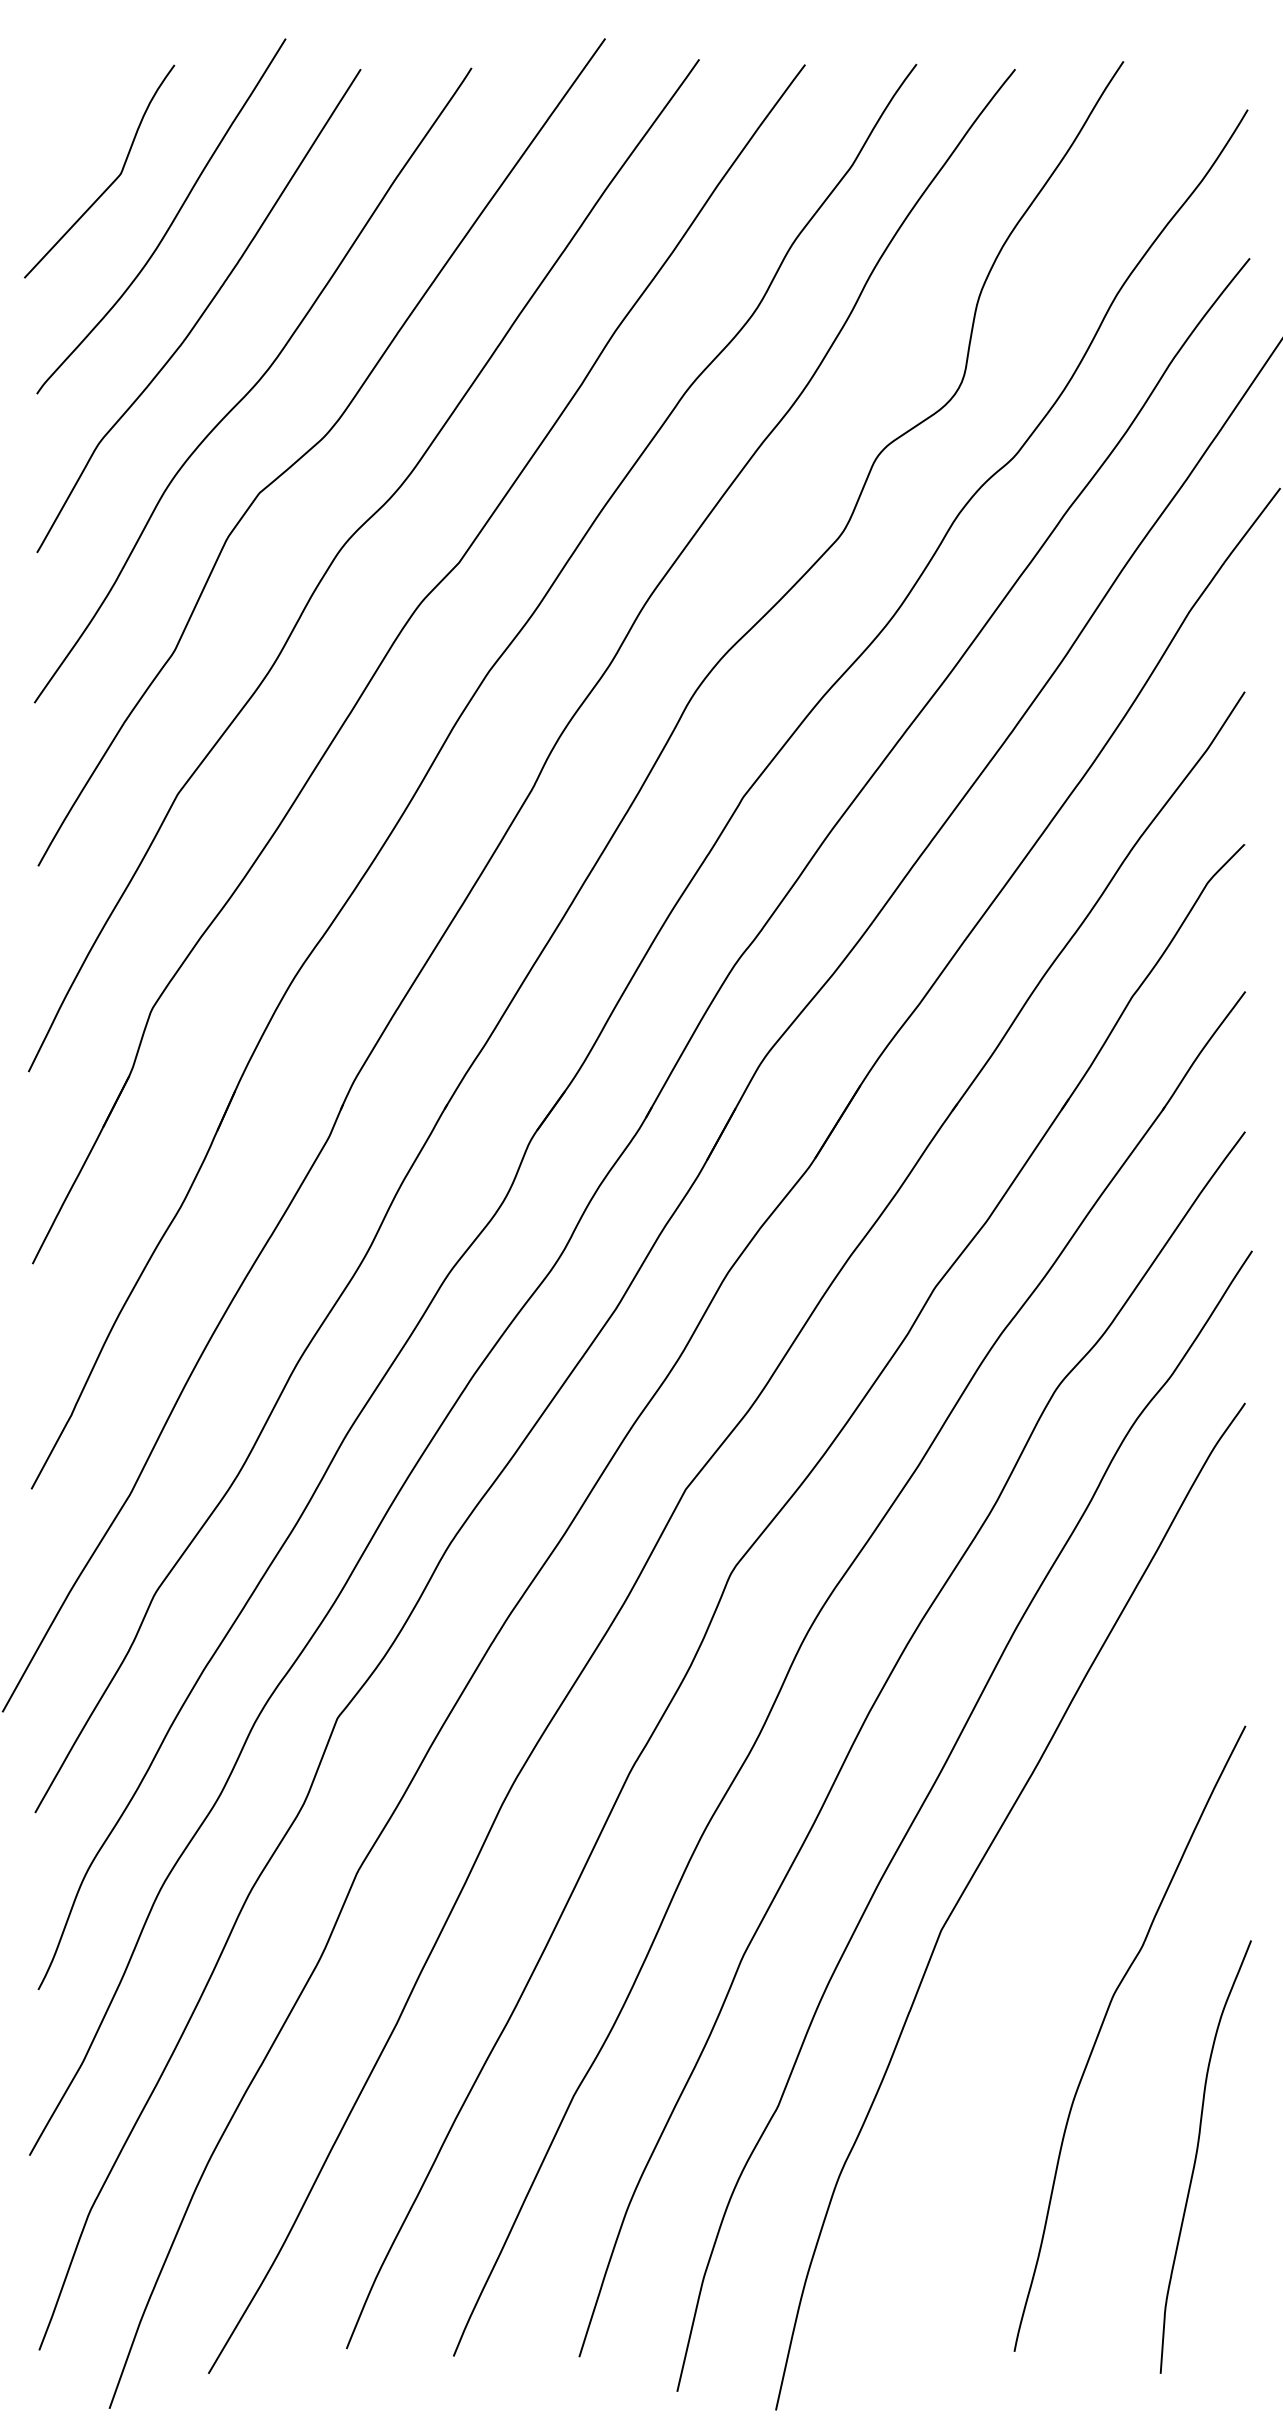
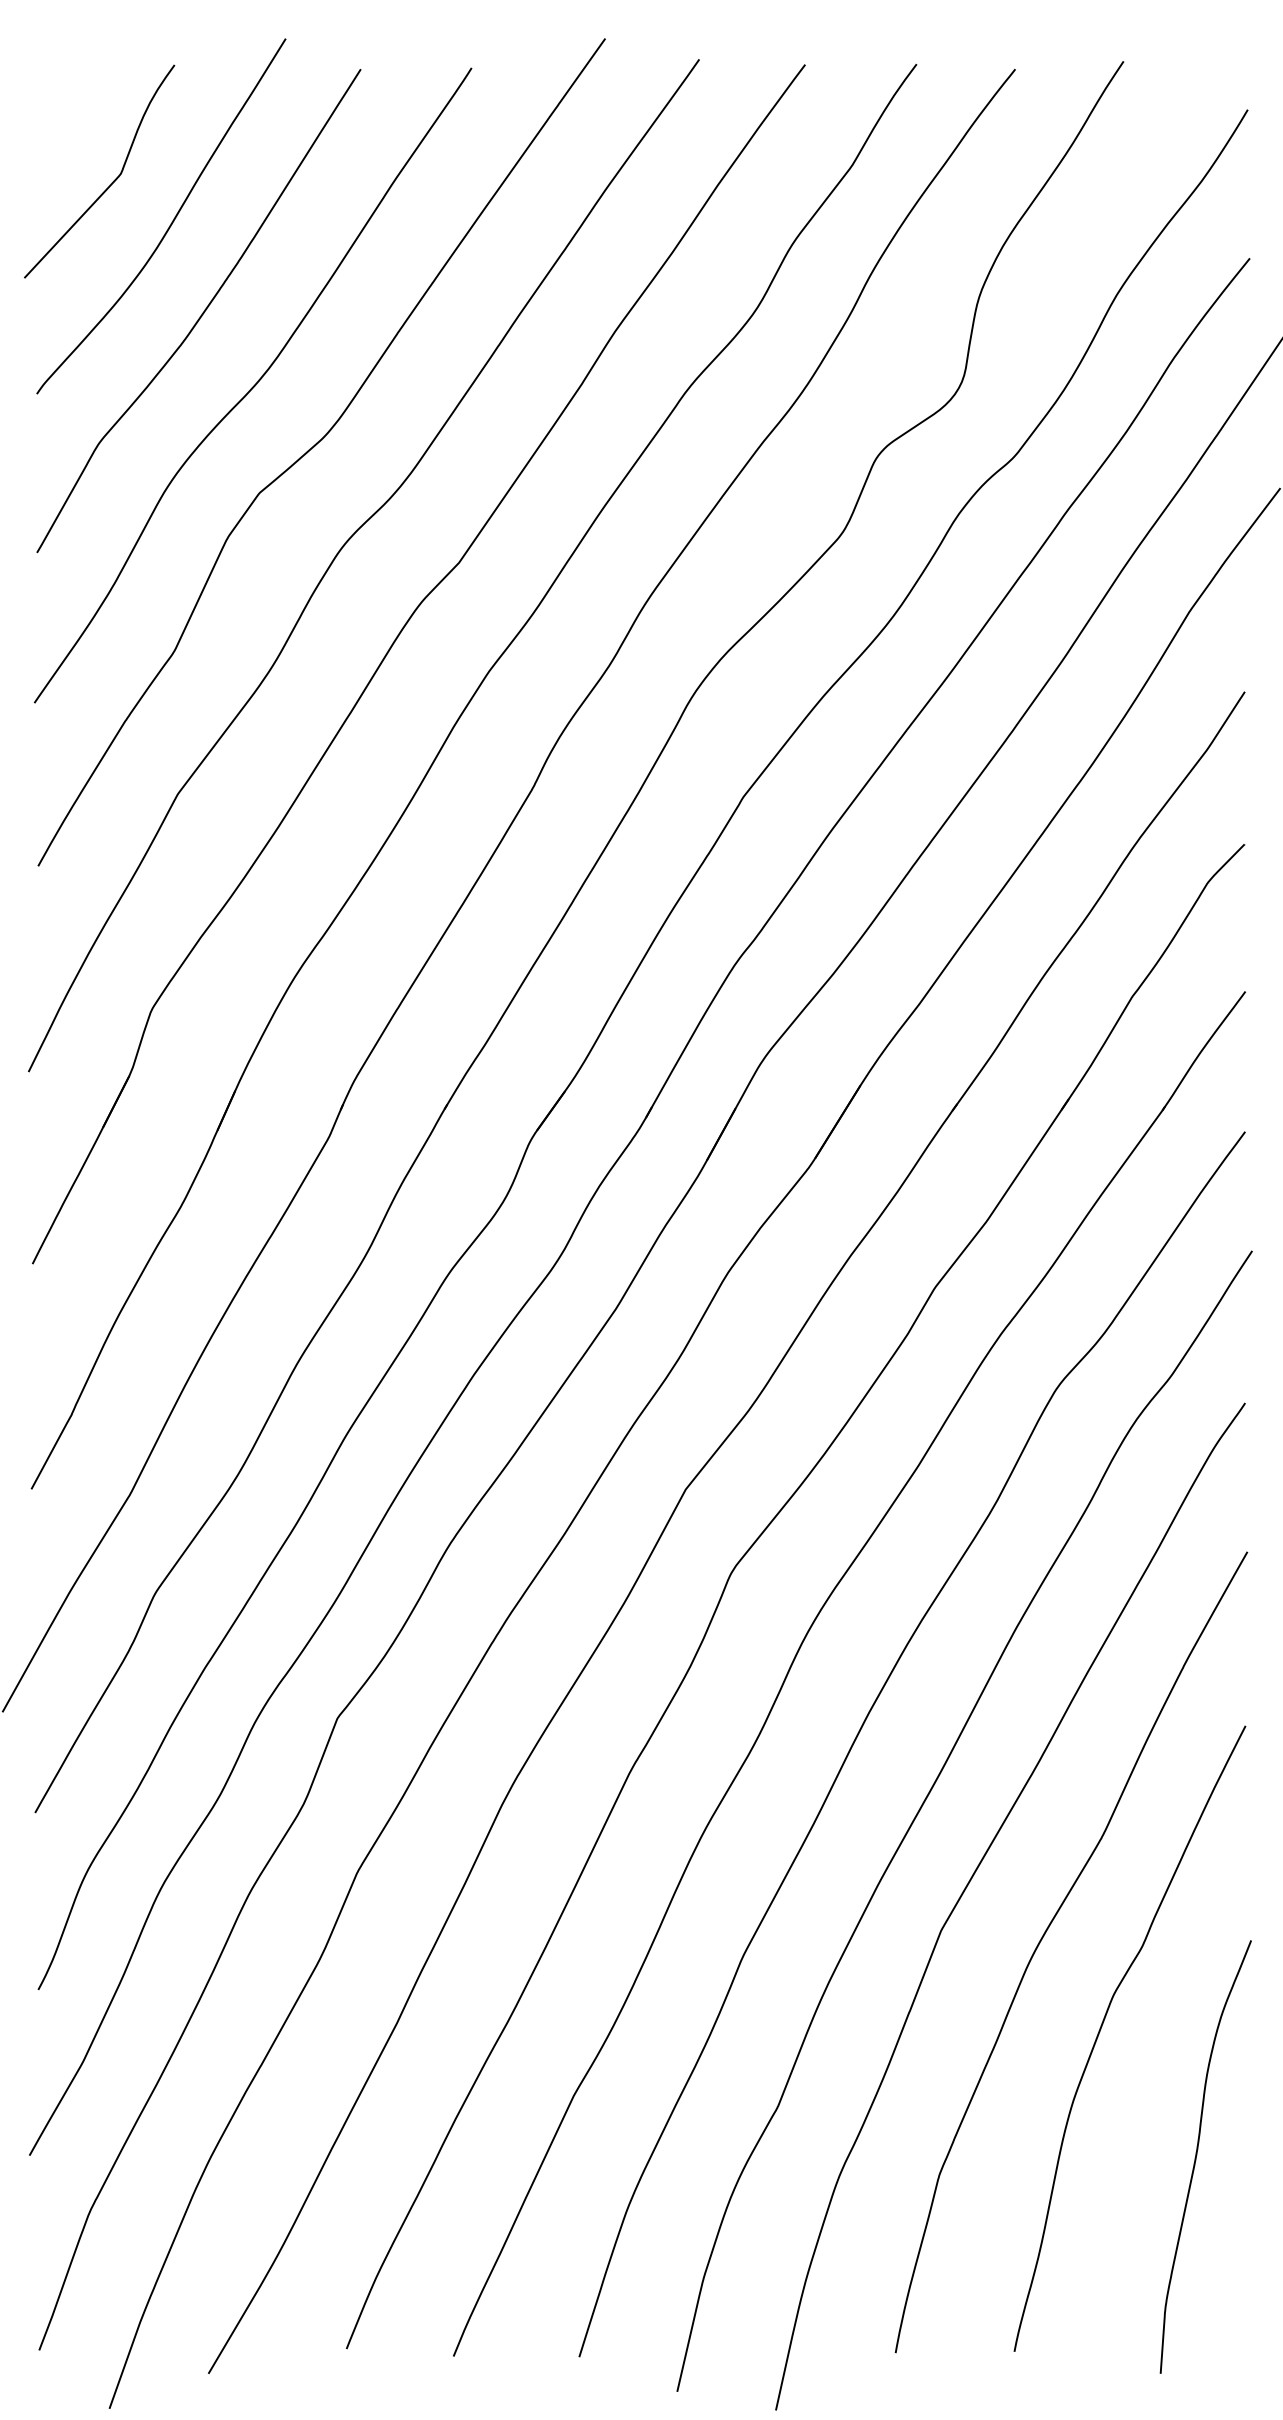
curve at (1044, 1936): none -> present
